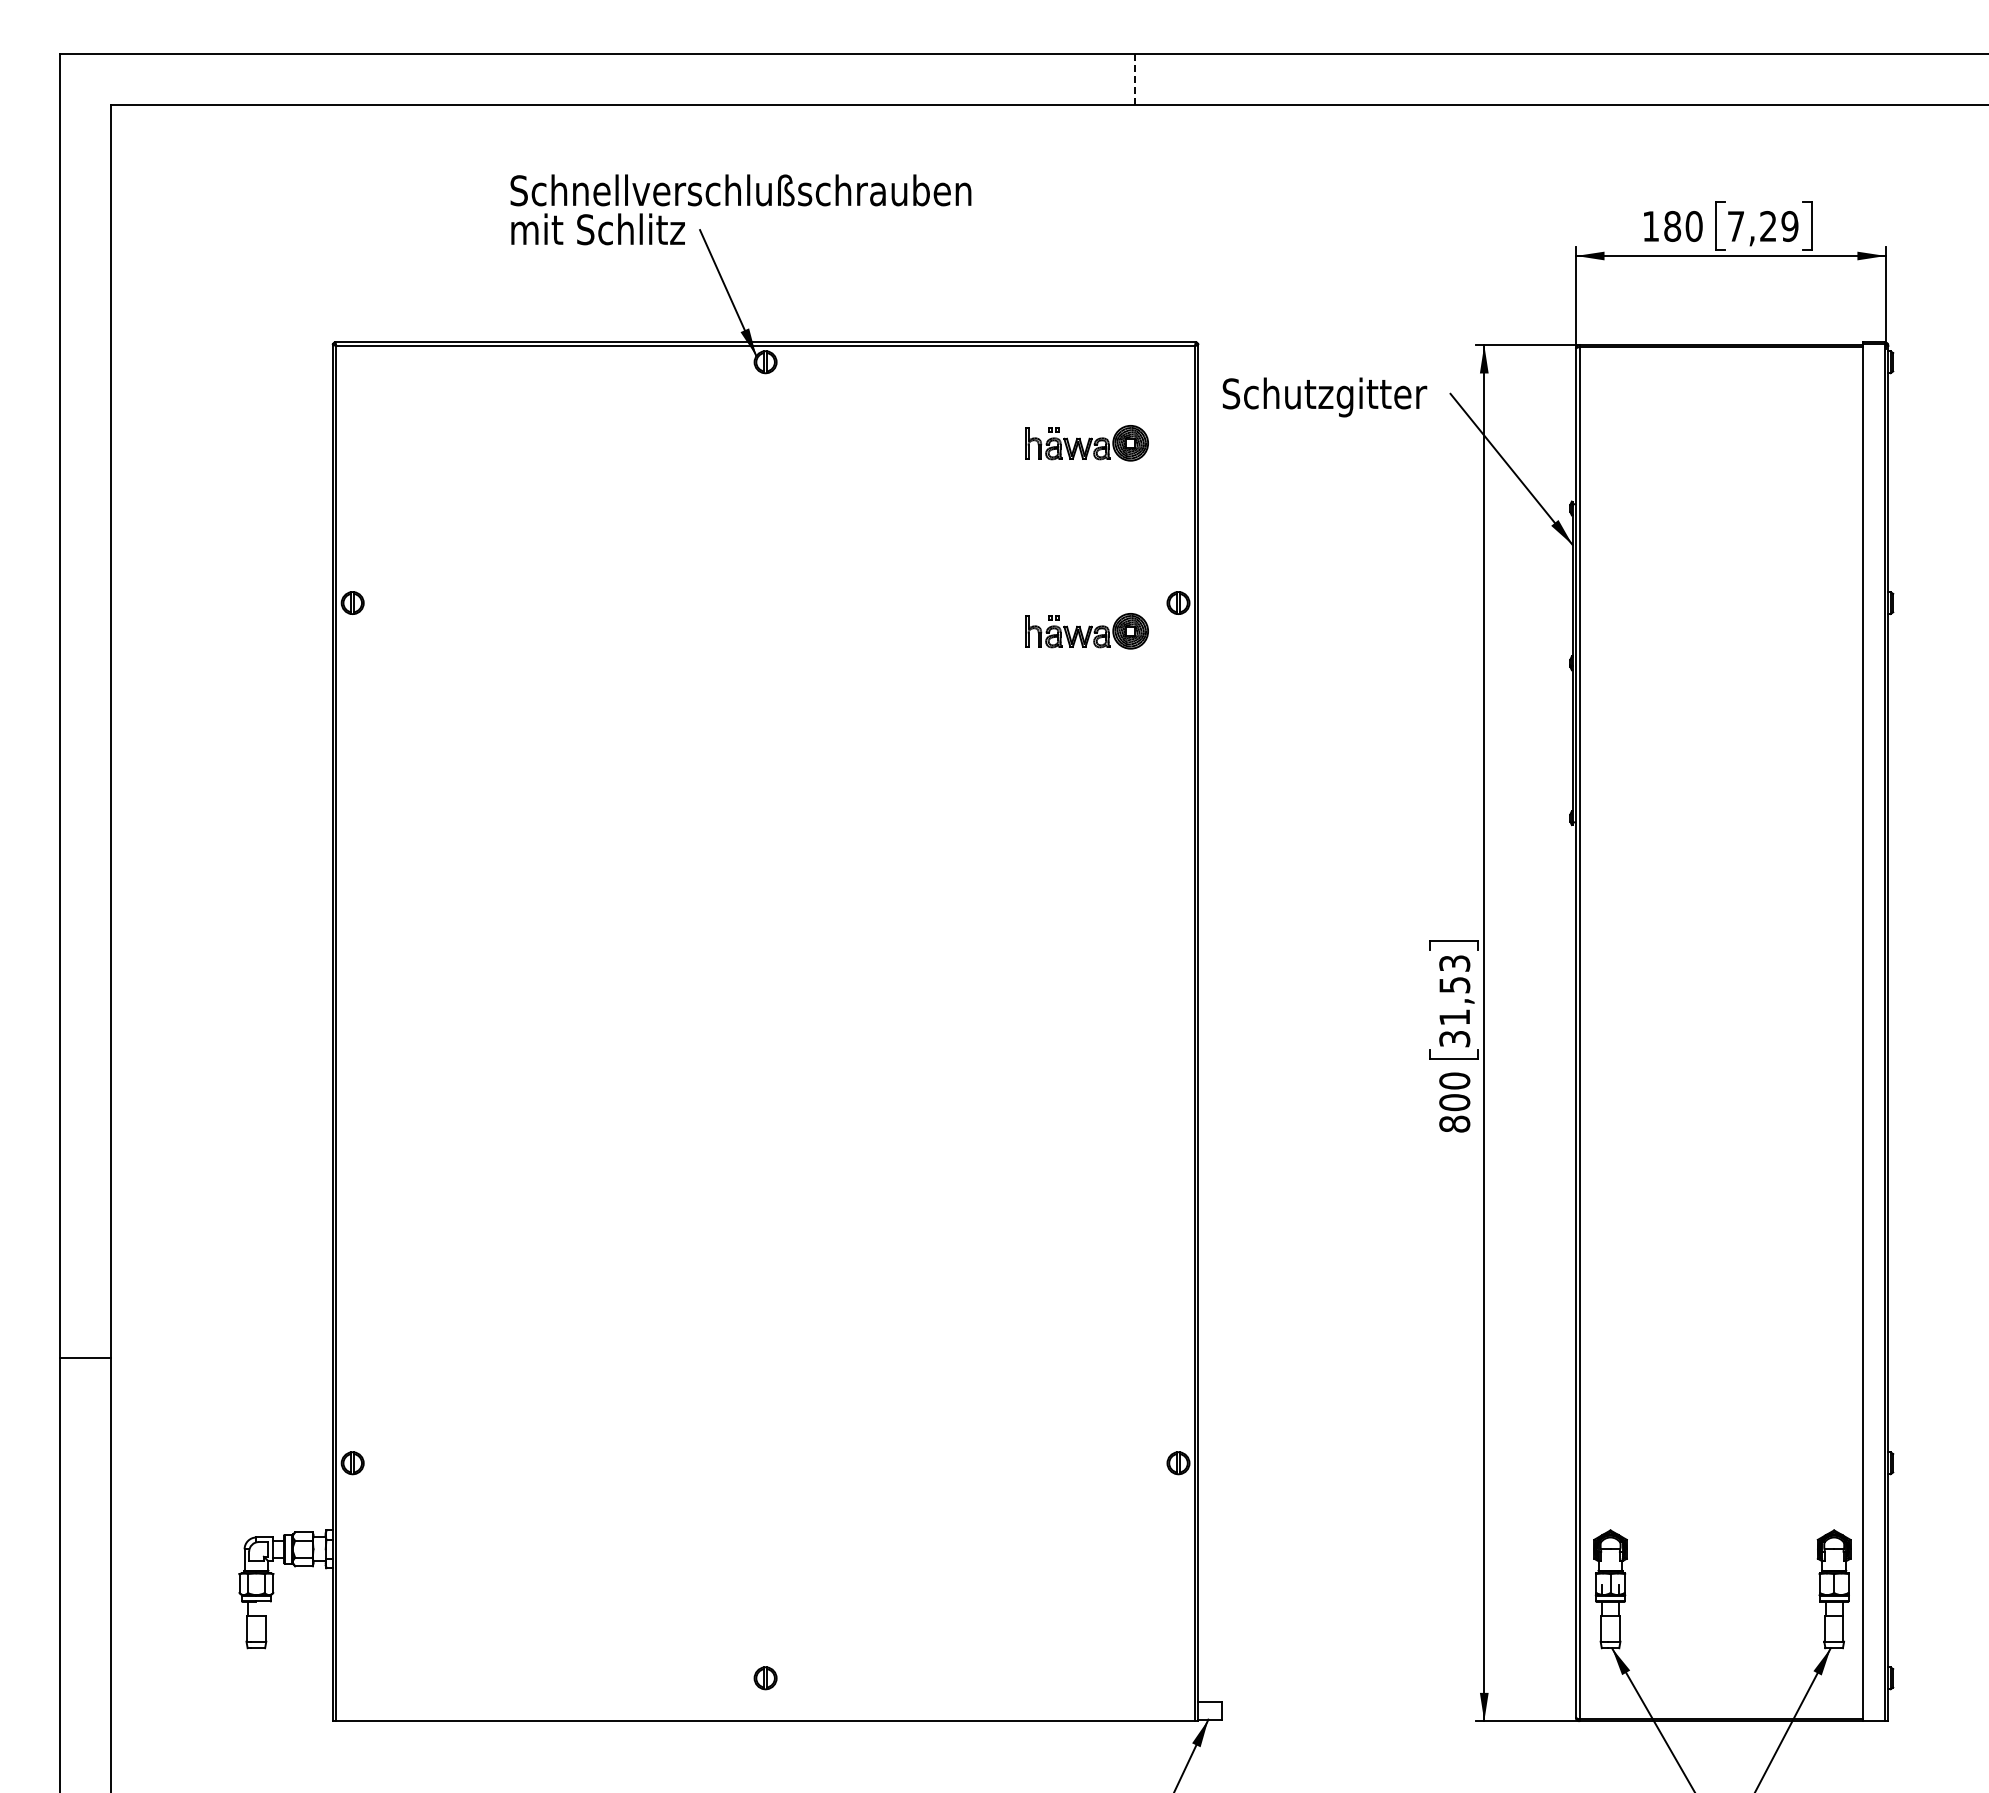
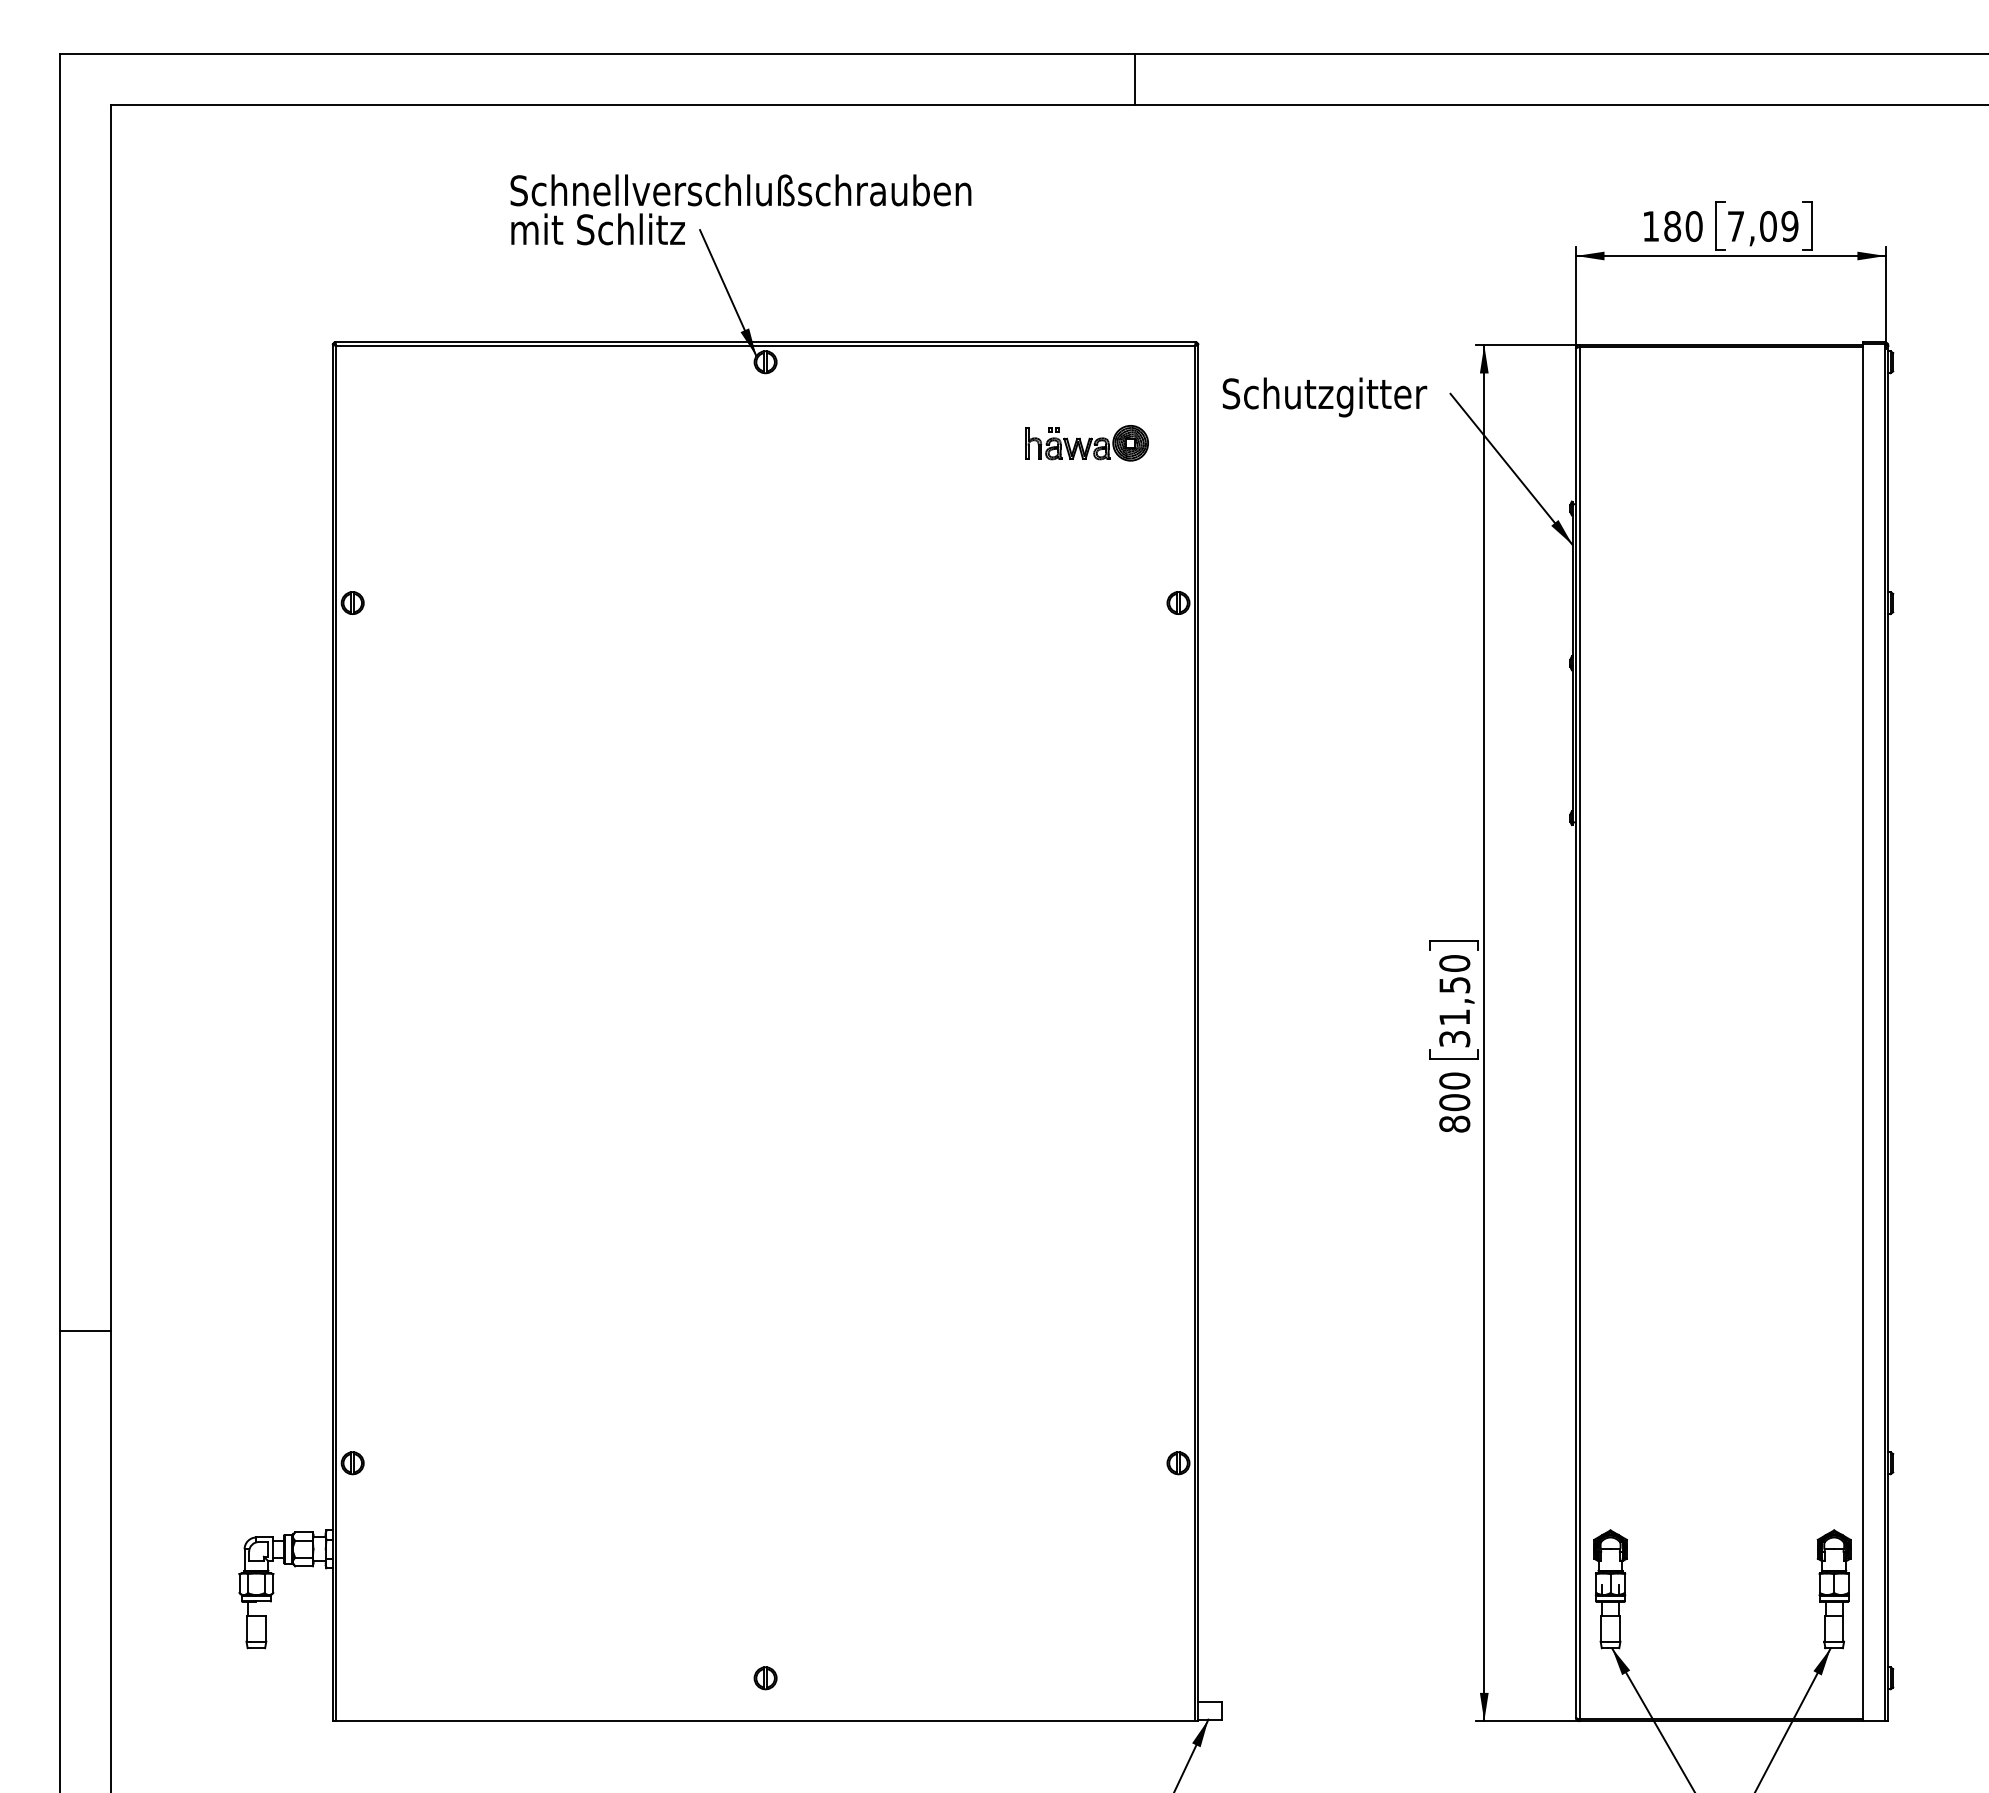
line at (1134, 79): dashed -> solid
text at (1768, 226): 7,29 -> 7,09
part at (1086, 631): present -> none
text at (1454, 963): 31,53 -> 31,50
line at (85, 1358) position: (85, 1358) -> (85, 1331)
